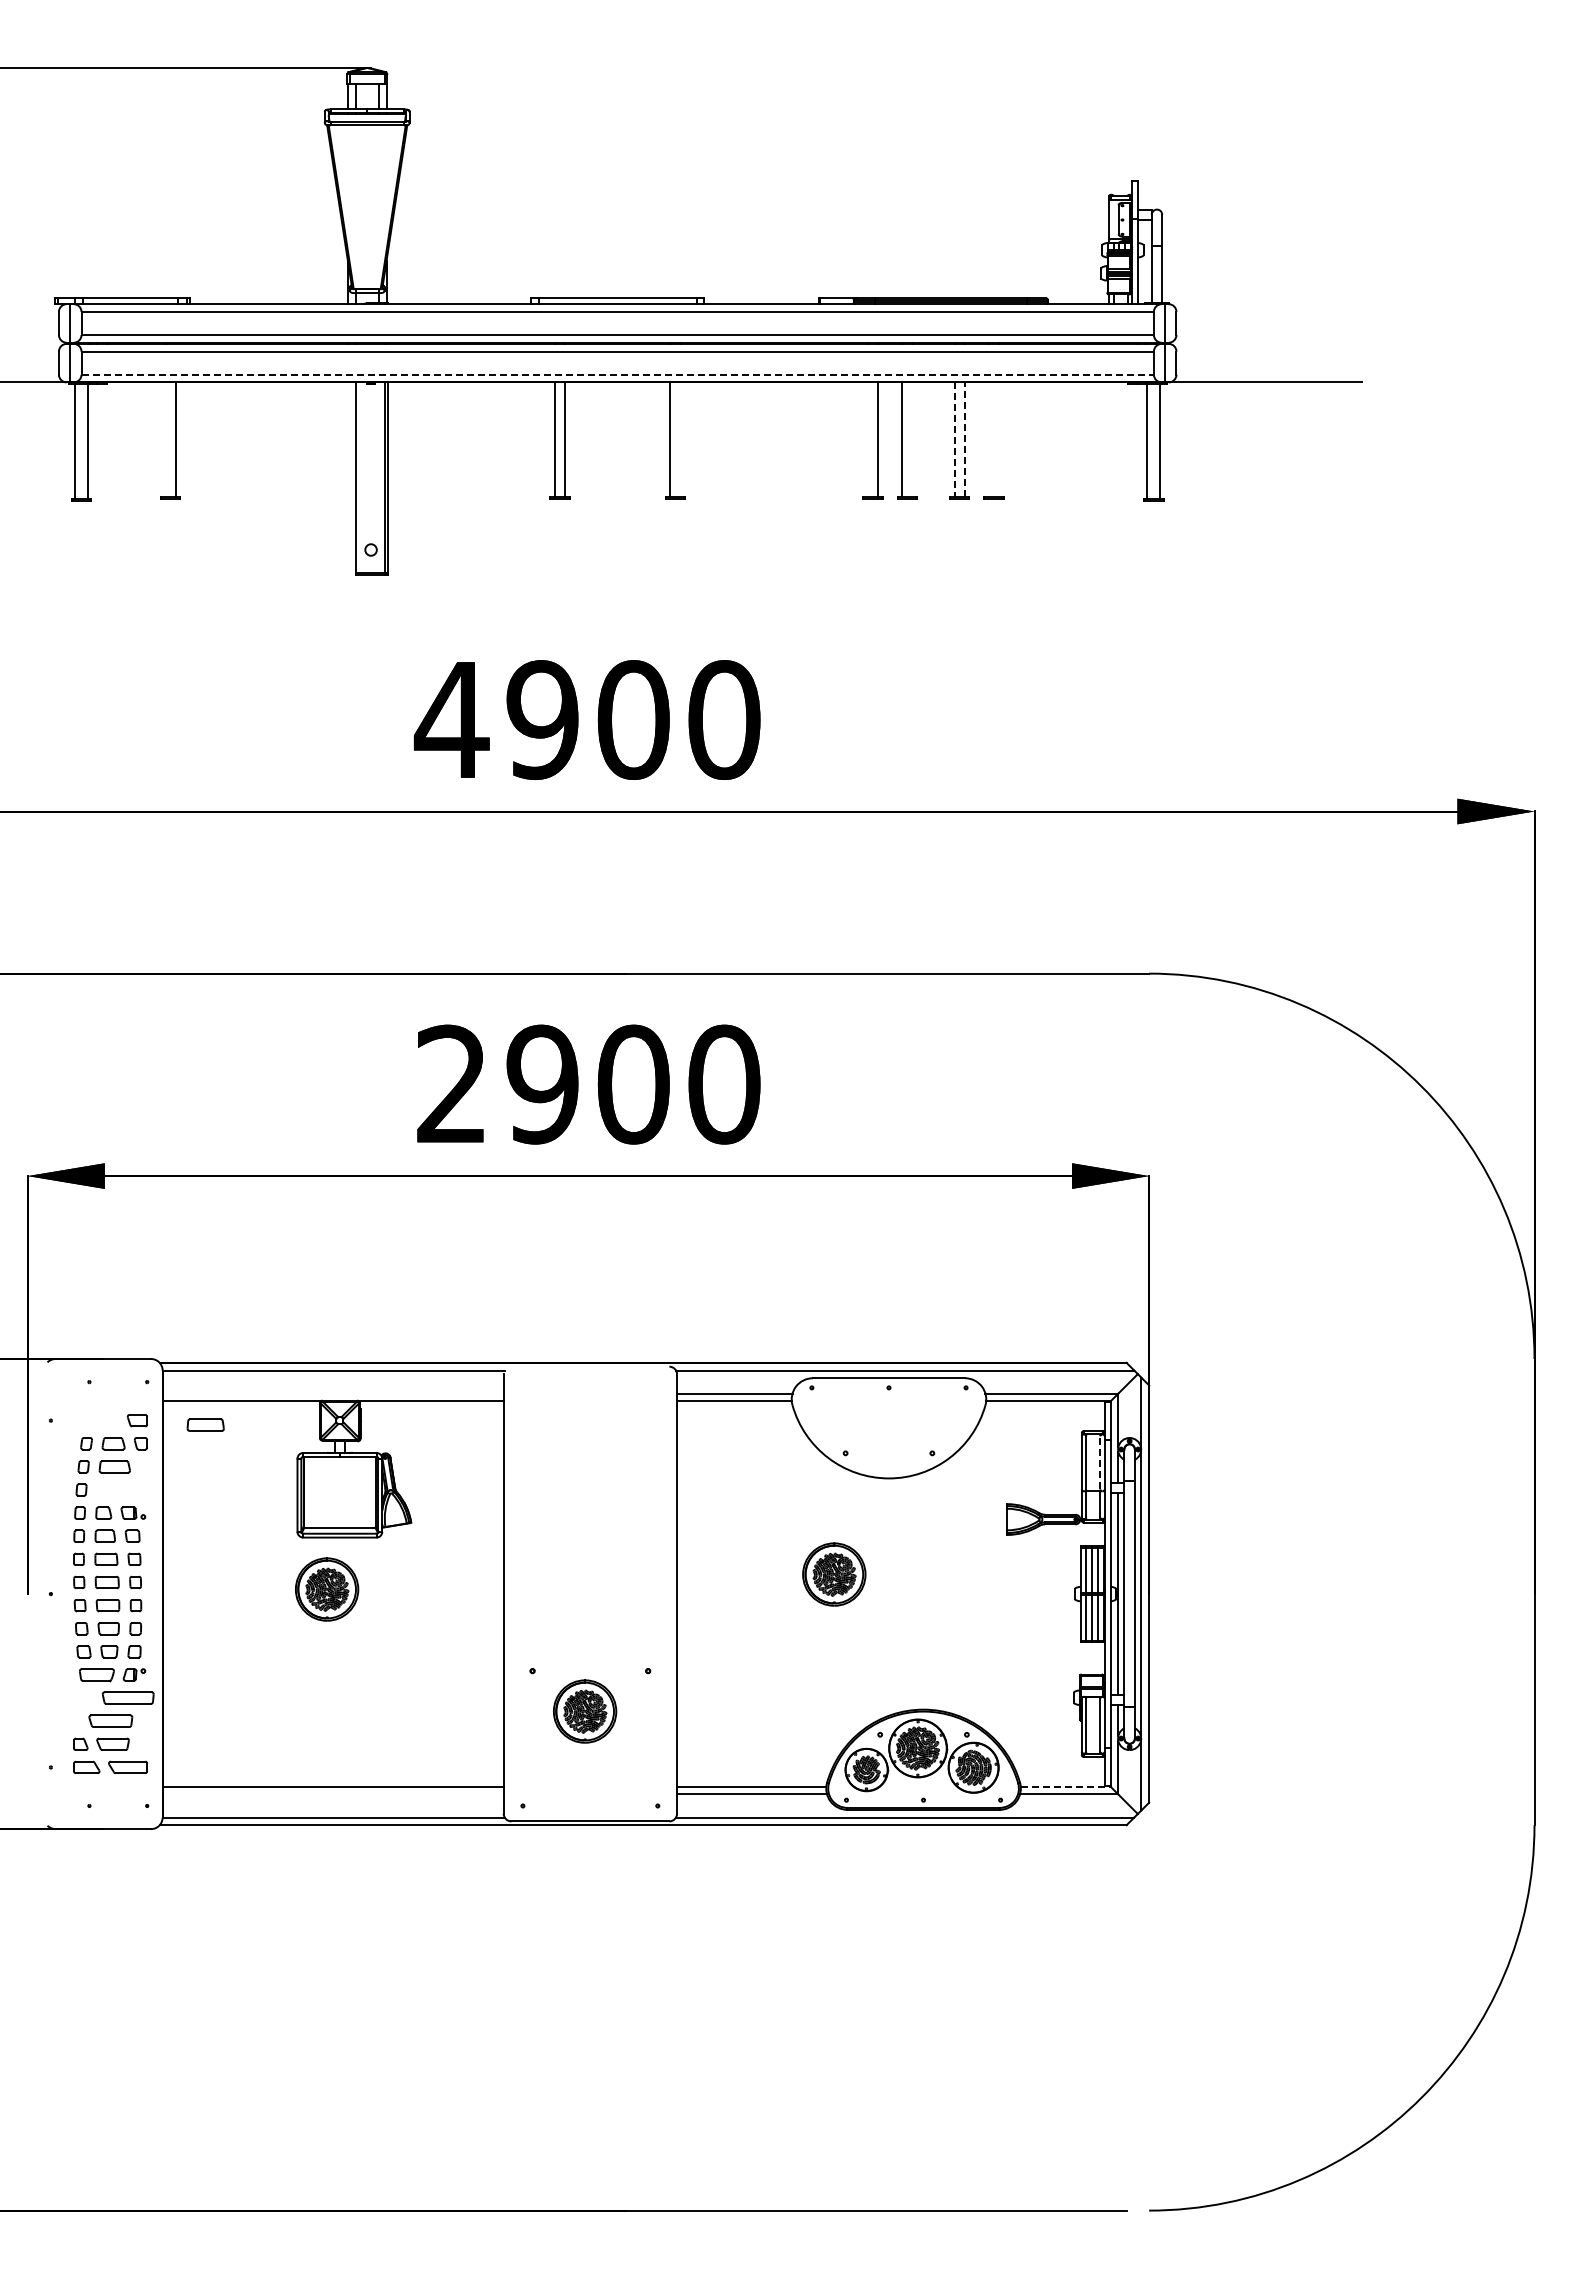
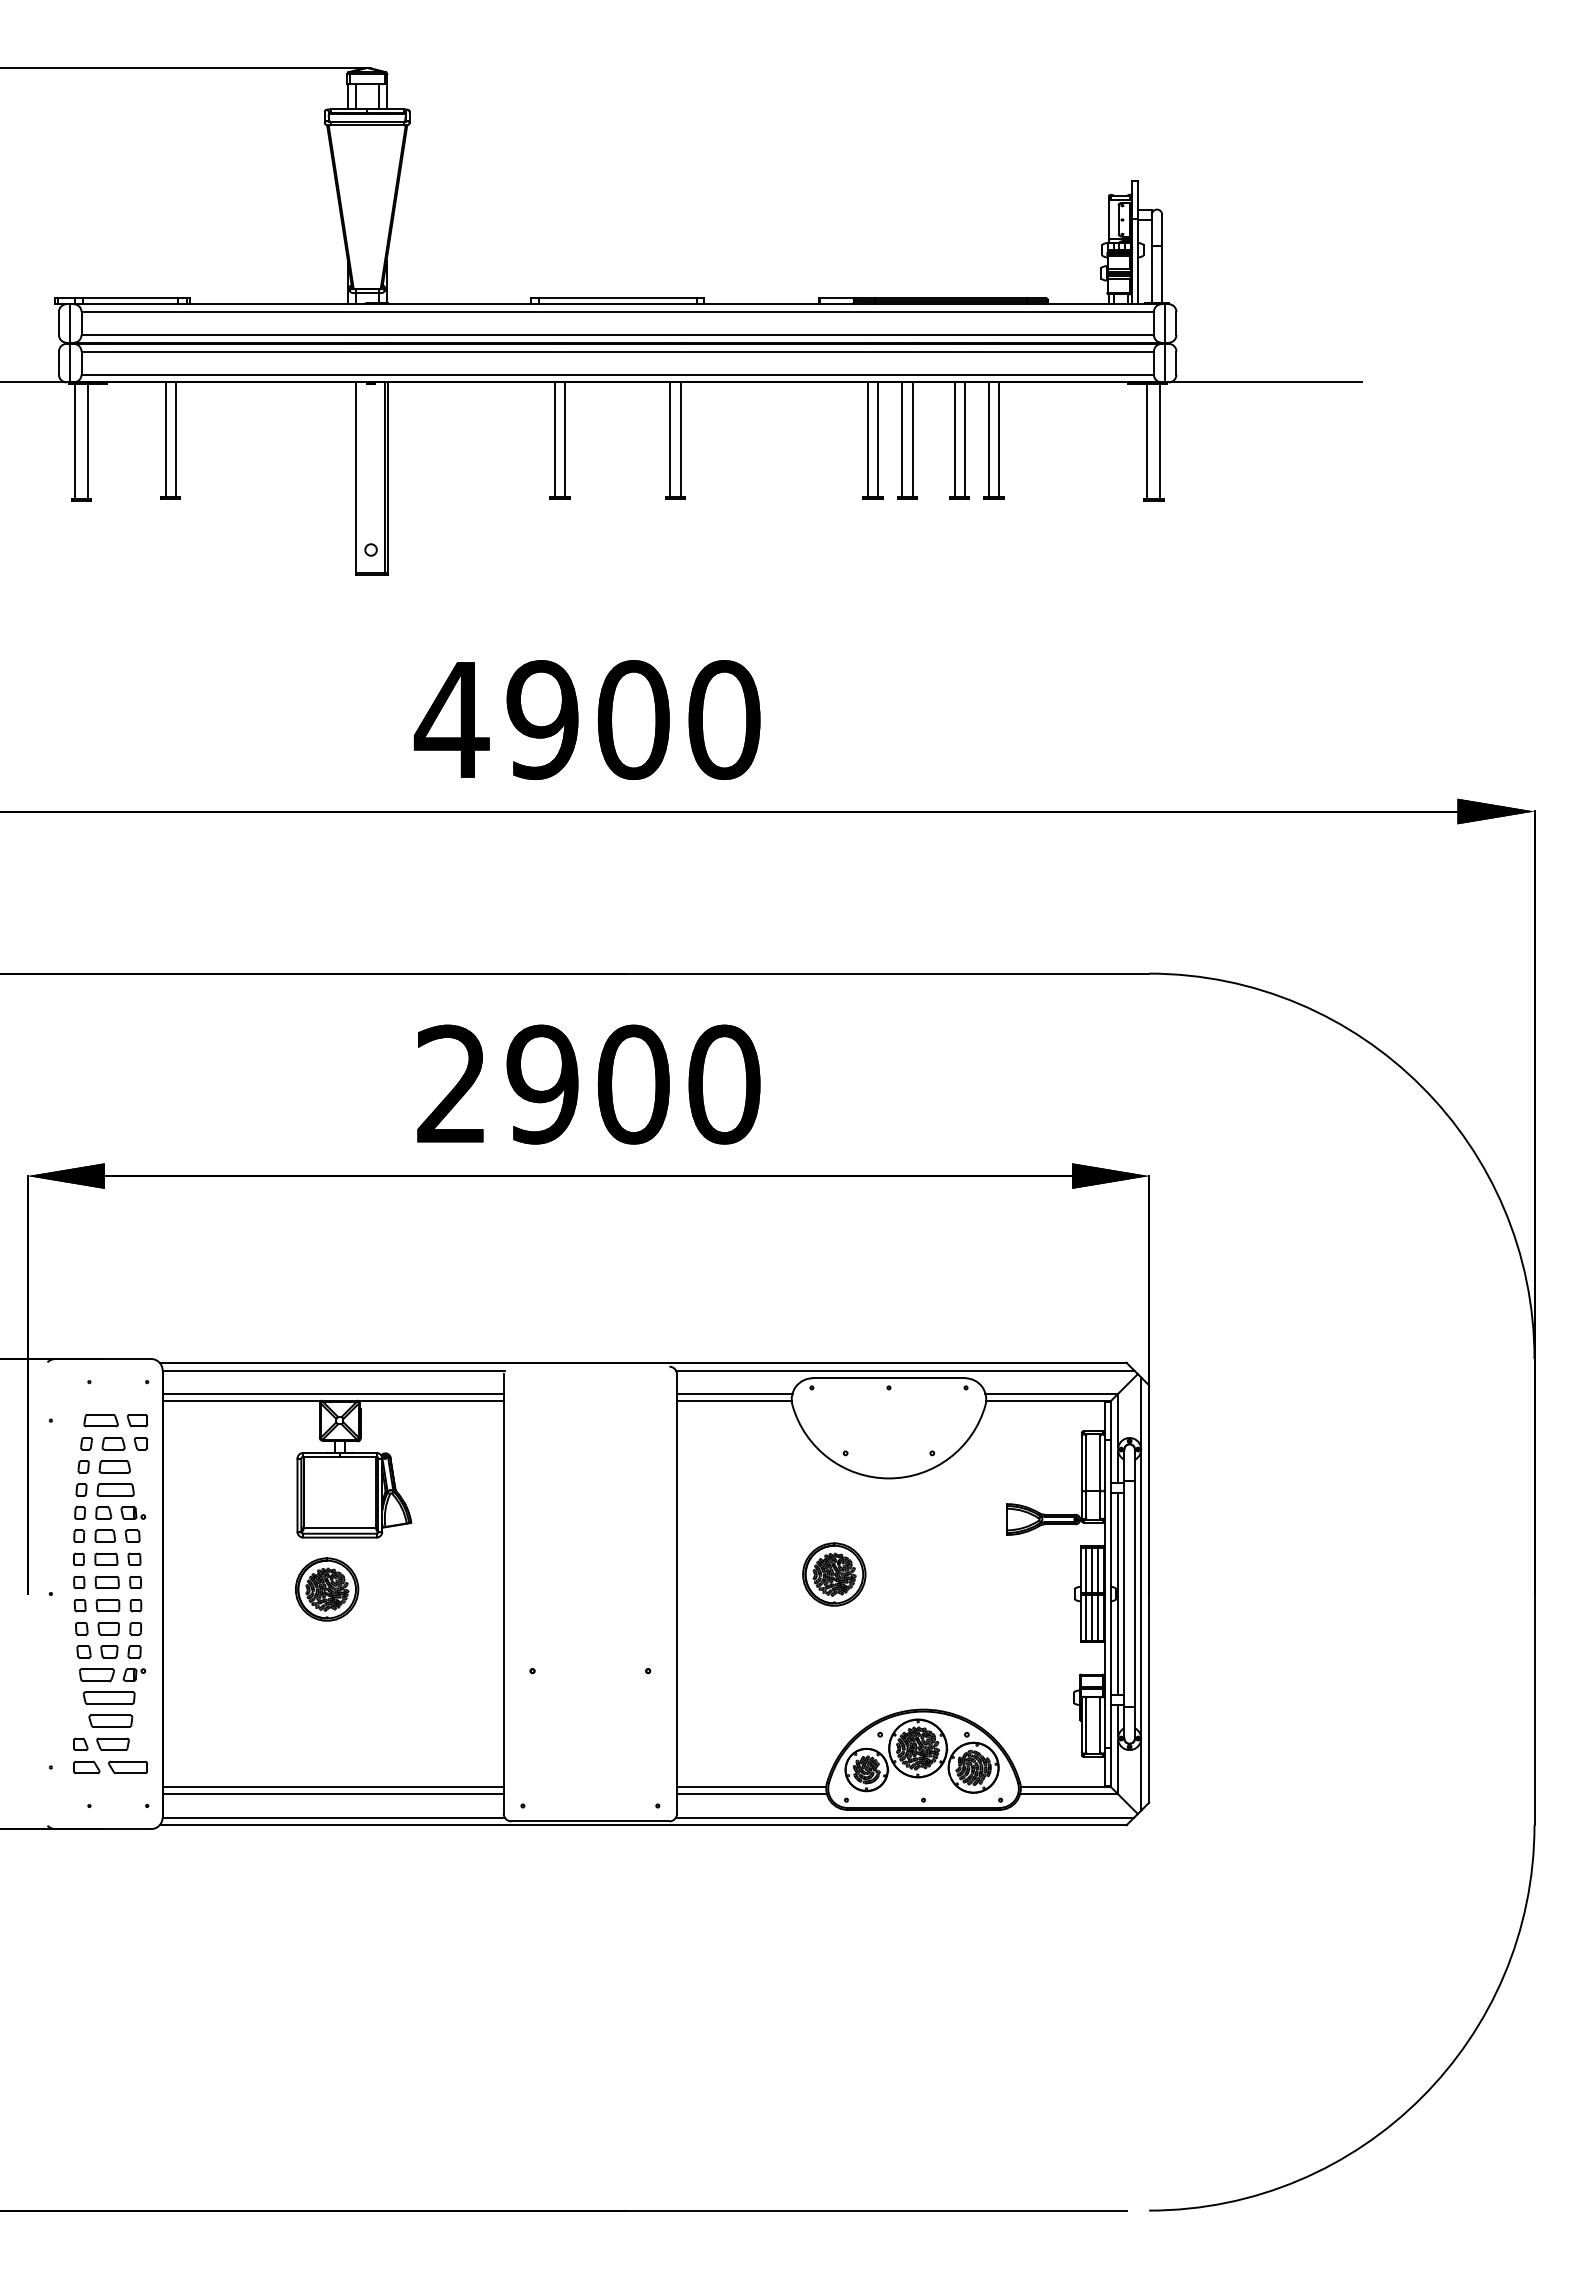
line at (618, 374): dashed -> solid
line at (165, 439): none -> present
line at (680, 439): none -> present
line at (867, 439): none -> present
line at (912, 439): none -> present
line at (964, 439): dashed -> solid
line at (989, 439): none -> present
line at (999, 439): none -> present
line at (954, 440): dashed -> solid
line at (332, 1393): none -> present
part at (100, 1420): none -> present
part at (205, 1424) position: (205, 1424) -> (115, 1489)
line at (1100, 1462): dashed -> solid
part at (127, 1697) position: (127, 1697) -> (108, 1697)
part at (585, 1711): present -> none
line at (1065, 1786): dashed -> solid
line at (332, 1794): none -> present
